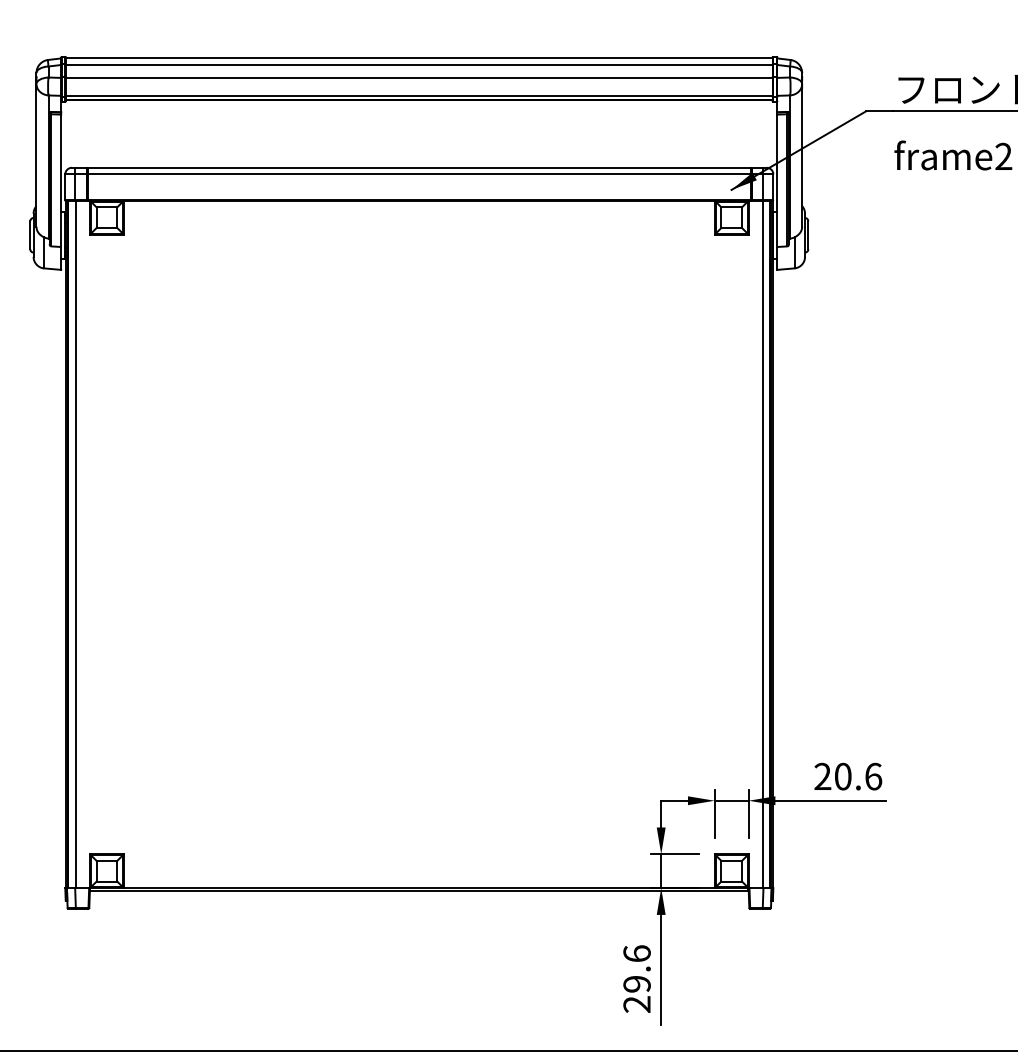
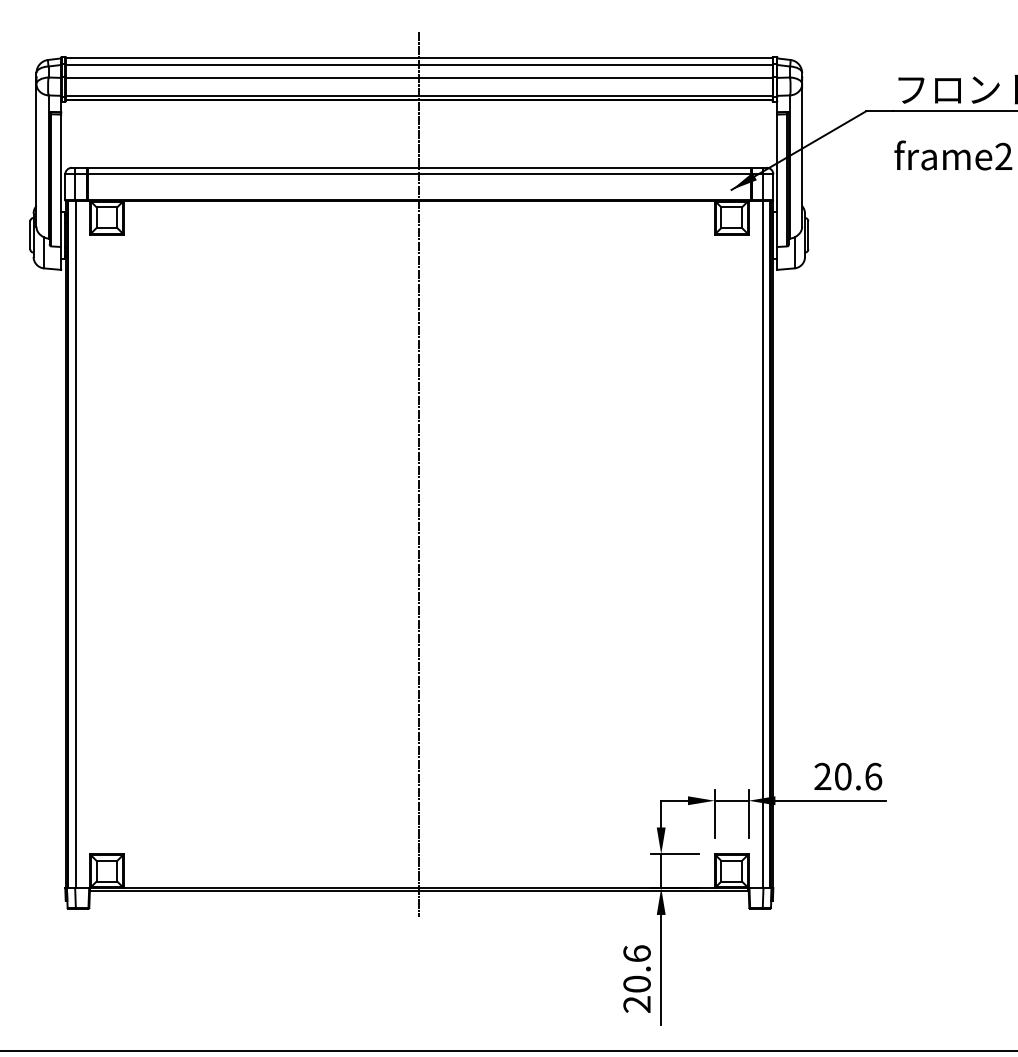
line at (419, 474): none -> present
text at (636, 983): 29.6 -> 20.6
